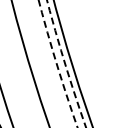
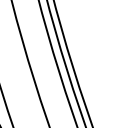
circle at (57, 63): dashed -> solid
circle at (66, 63): dashed -> solid
